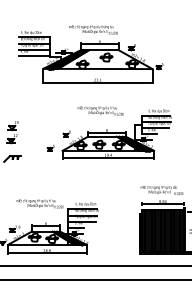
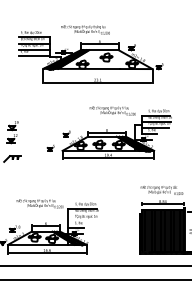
text at (93, 29) position: (93, 29) -> (85, 29)
text at (100, 110) position: (100, 110) -> (112, 110)
line at (82, 215): present -> none
line at (81, 221): present -> none
